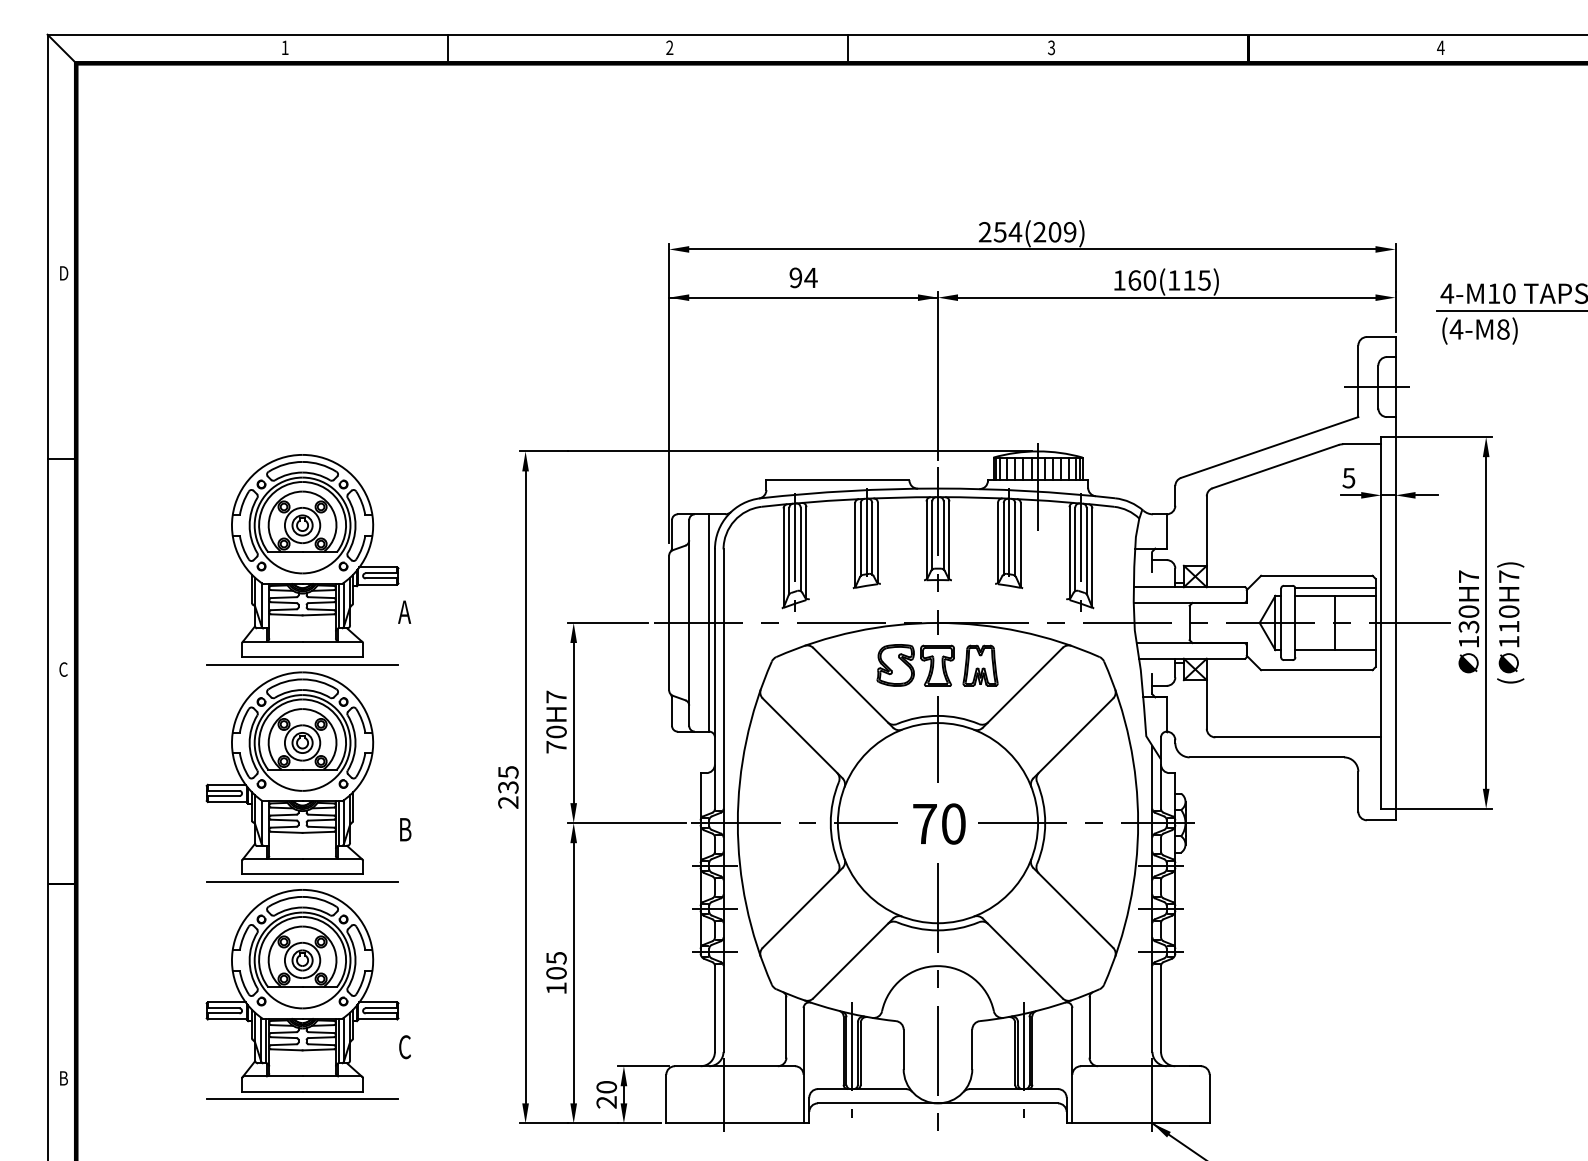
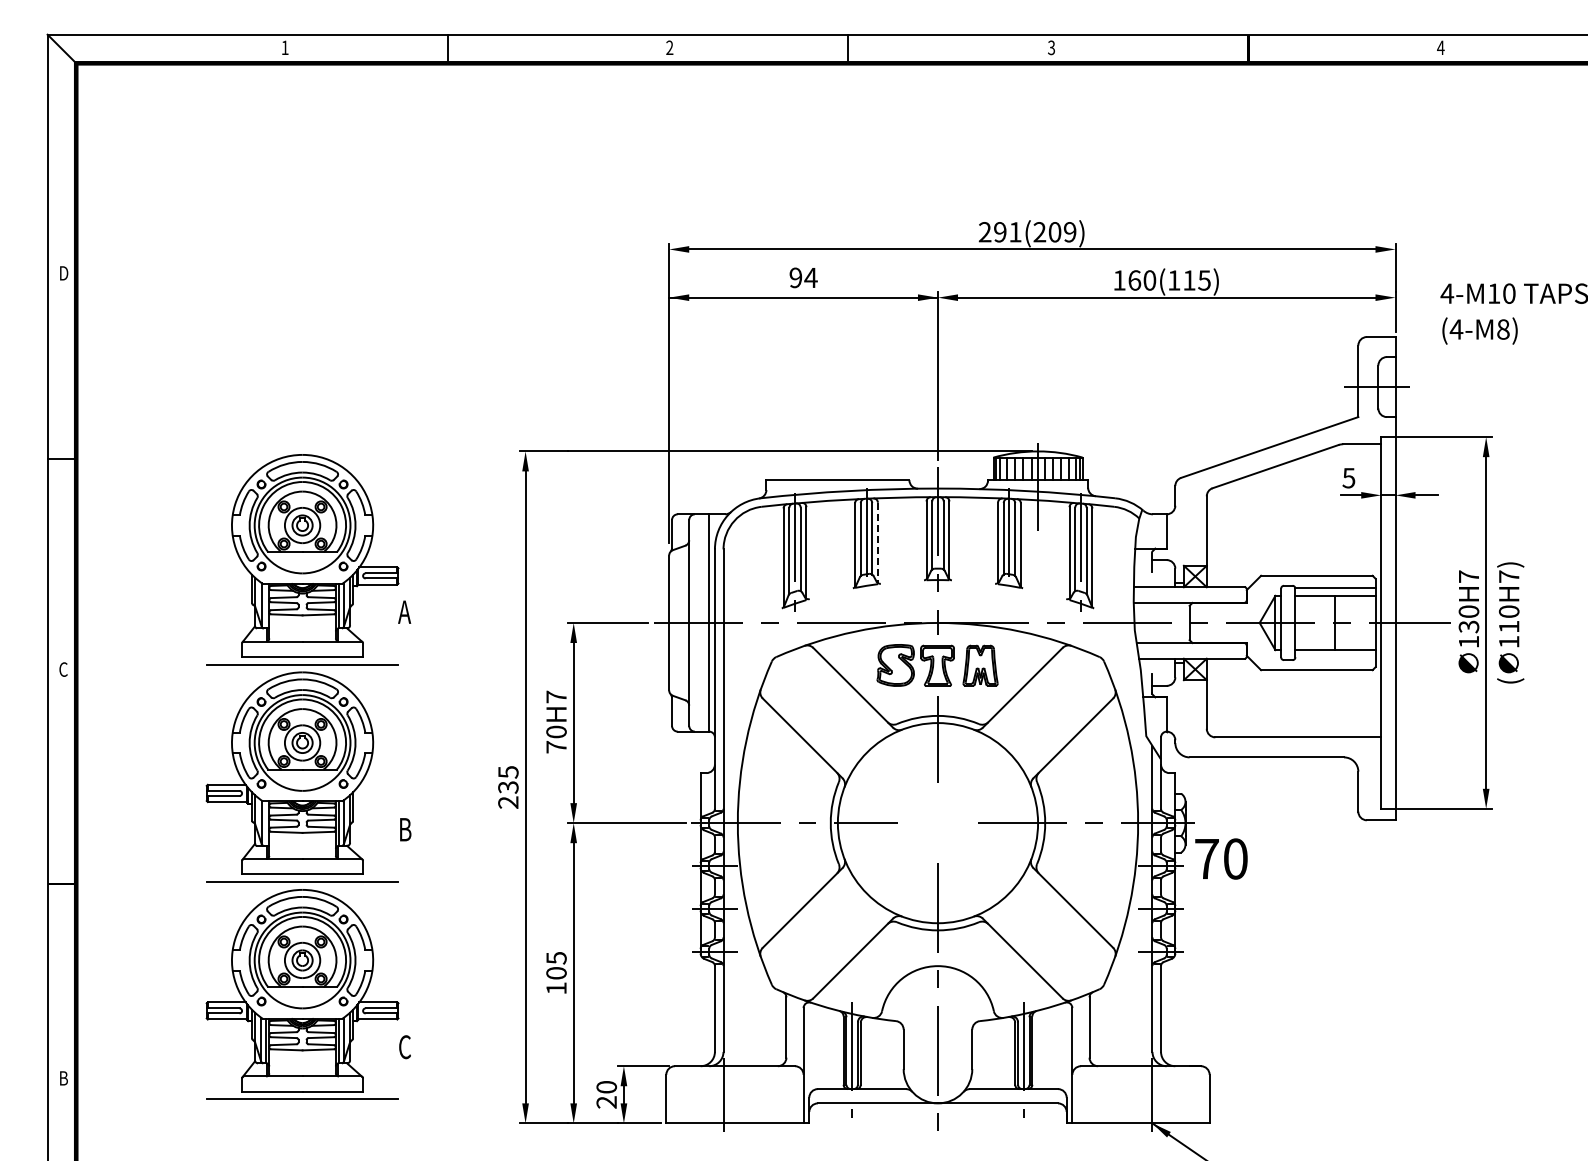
text at (1007, 232): 254(209) -> 291(209)
line at (1510, 311): present -> none
line at (877, 543): solid -> dashed
text at (939, 823) position: (939, 823) -> (1221, 858)
